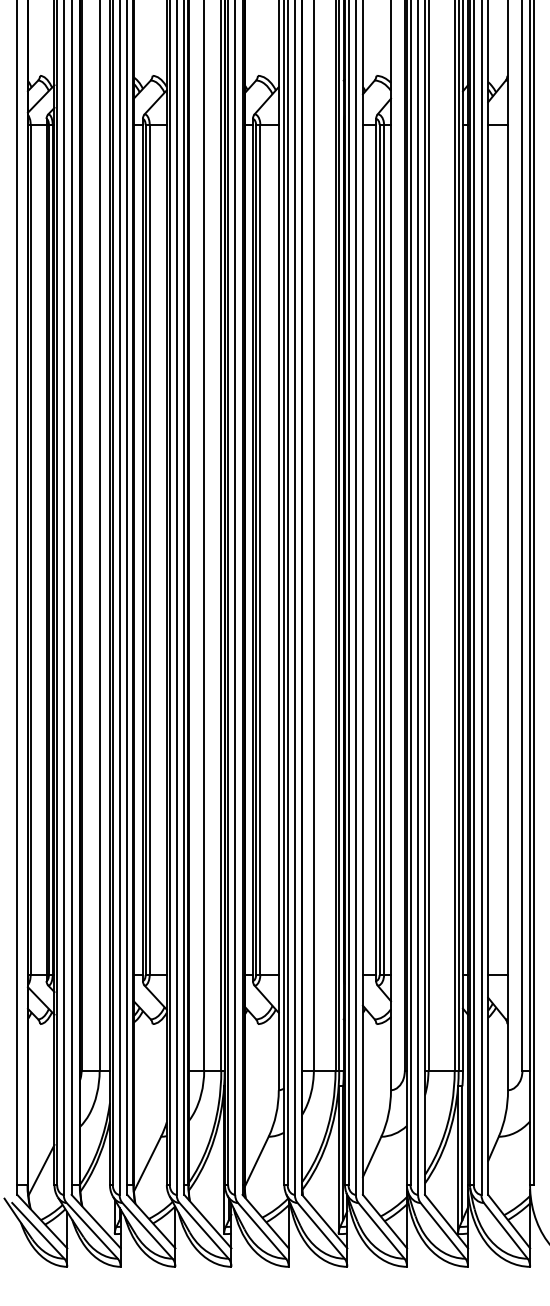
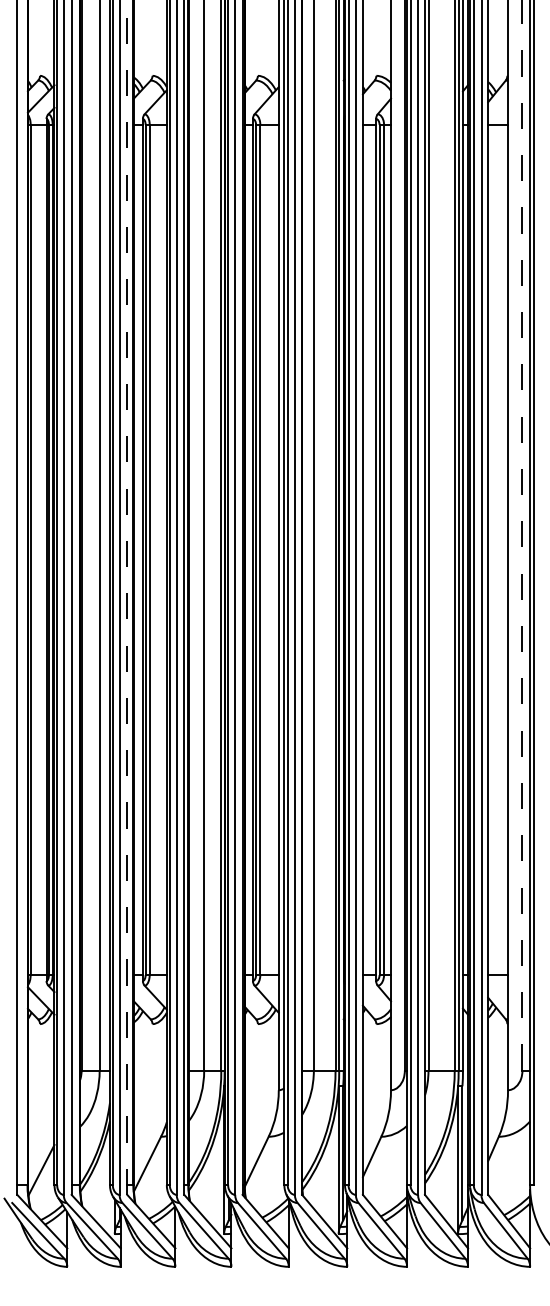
line at (522, 535): solid -> dashed
line at (127, 597): solid -> dashed
